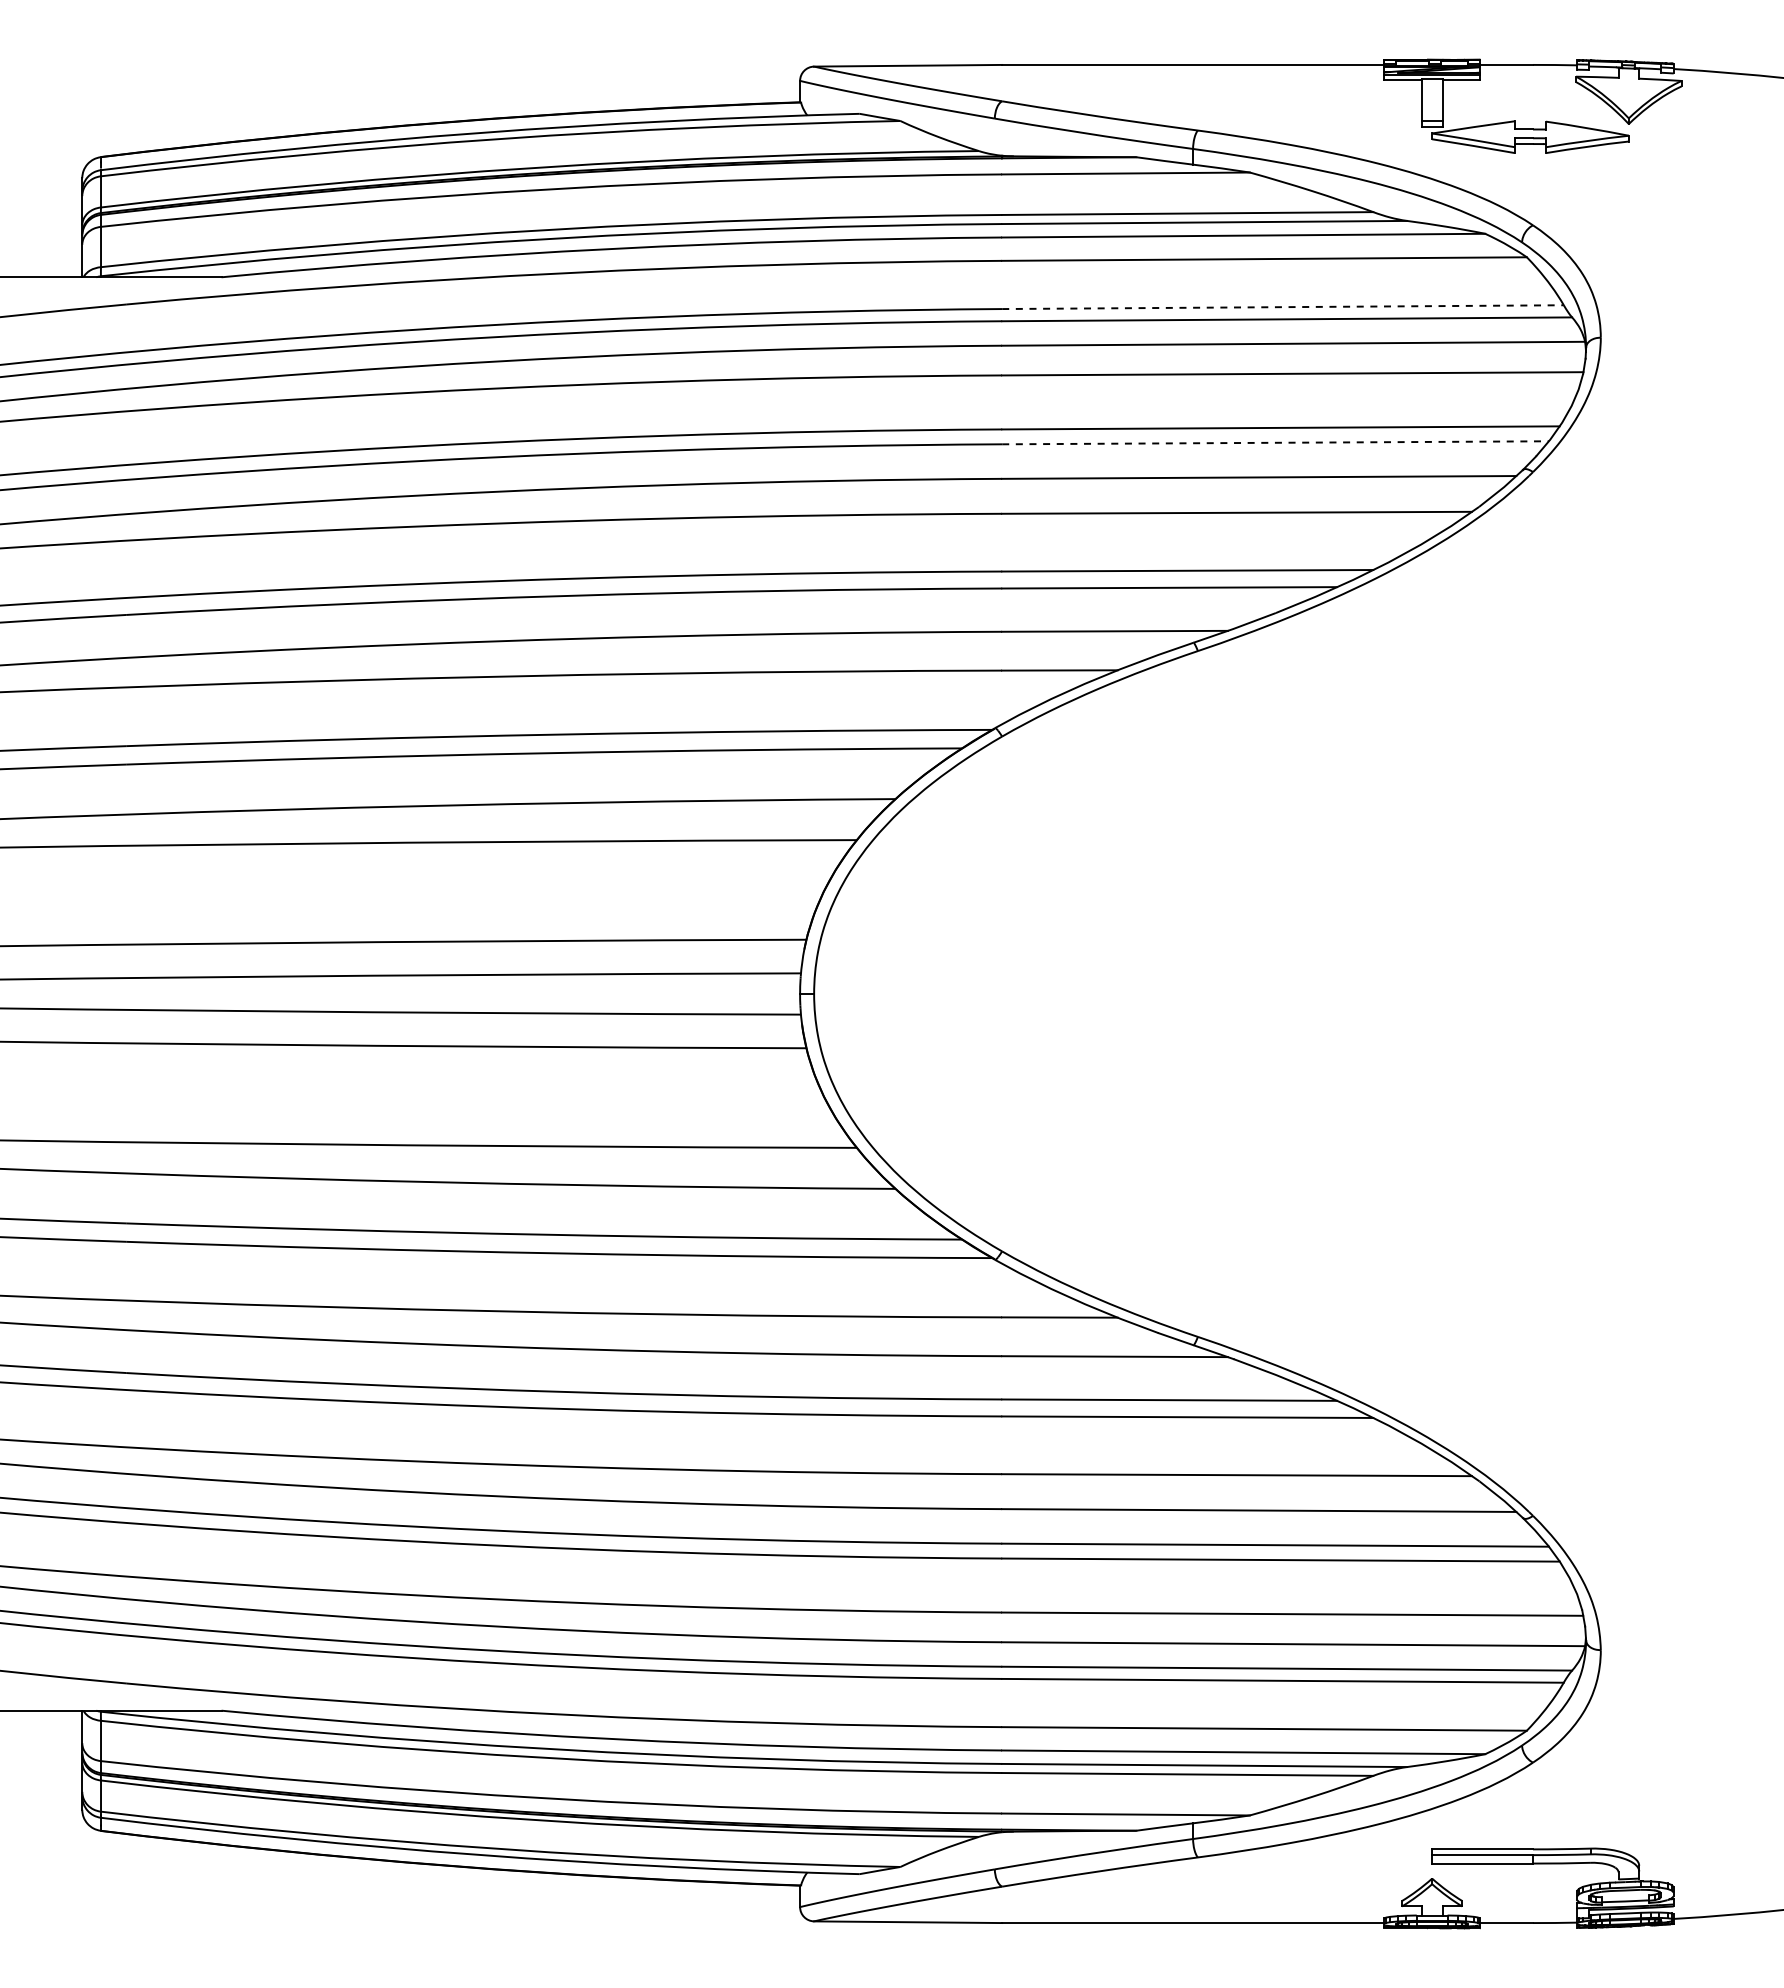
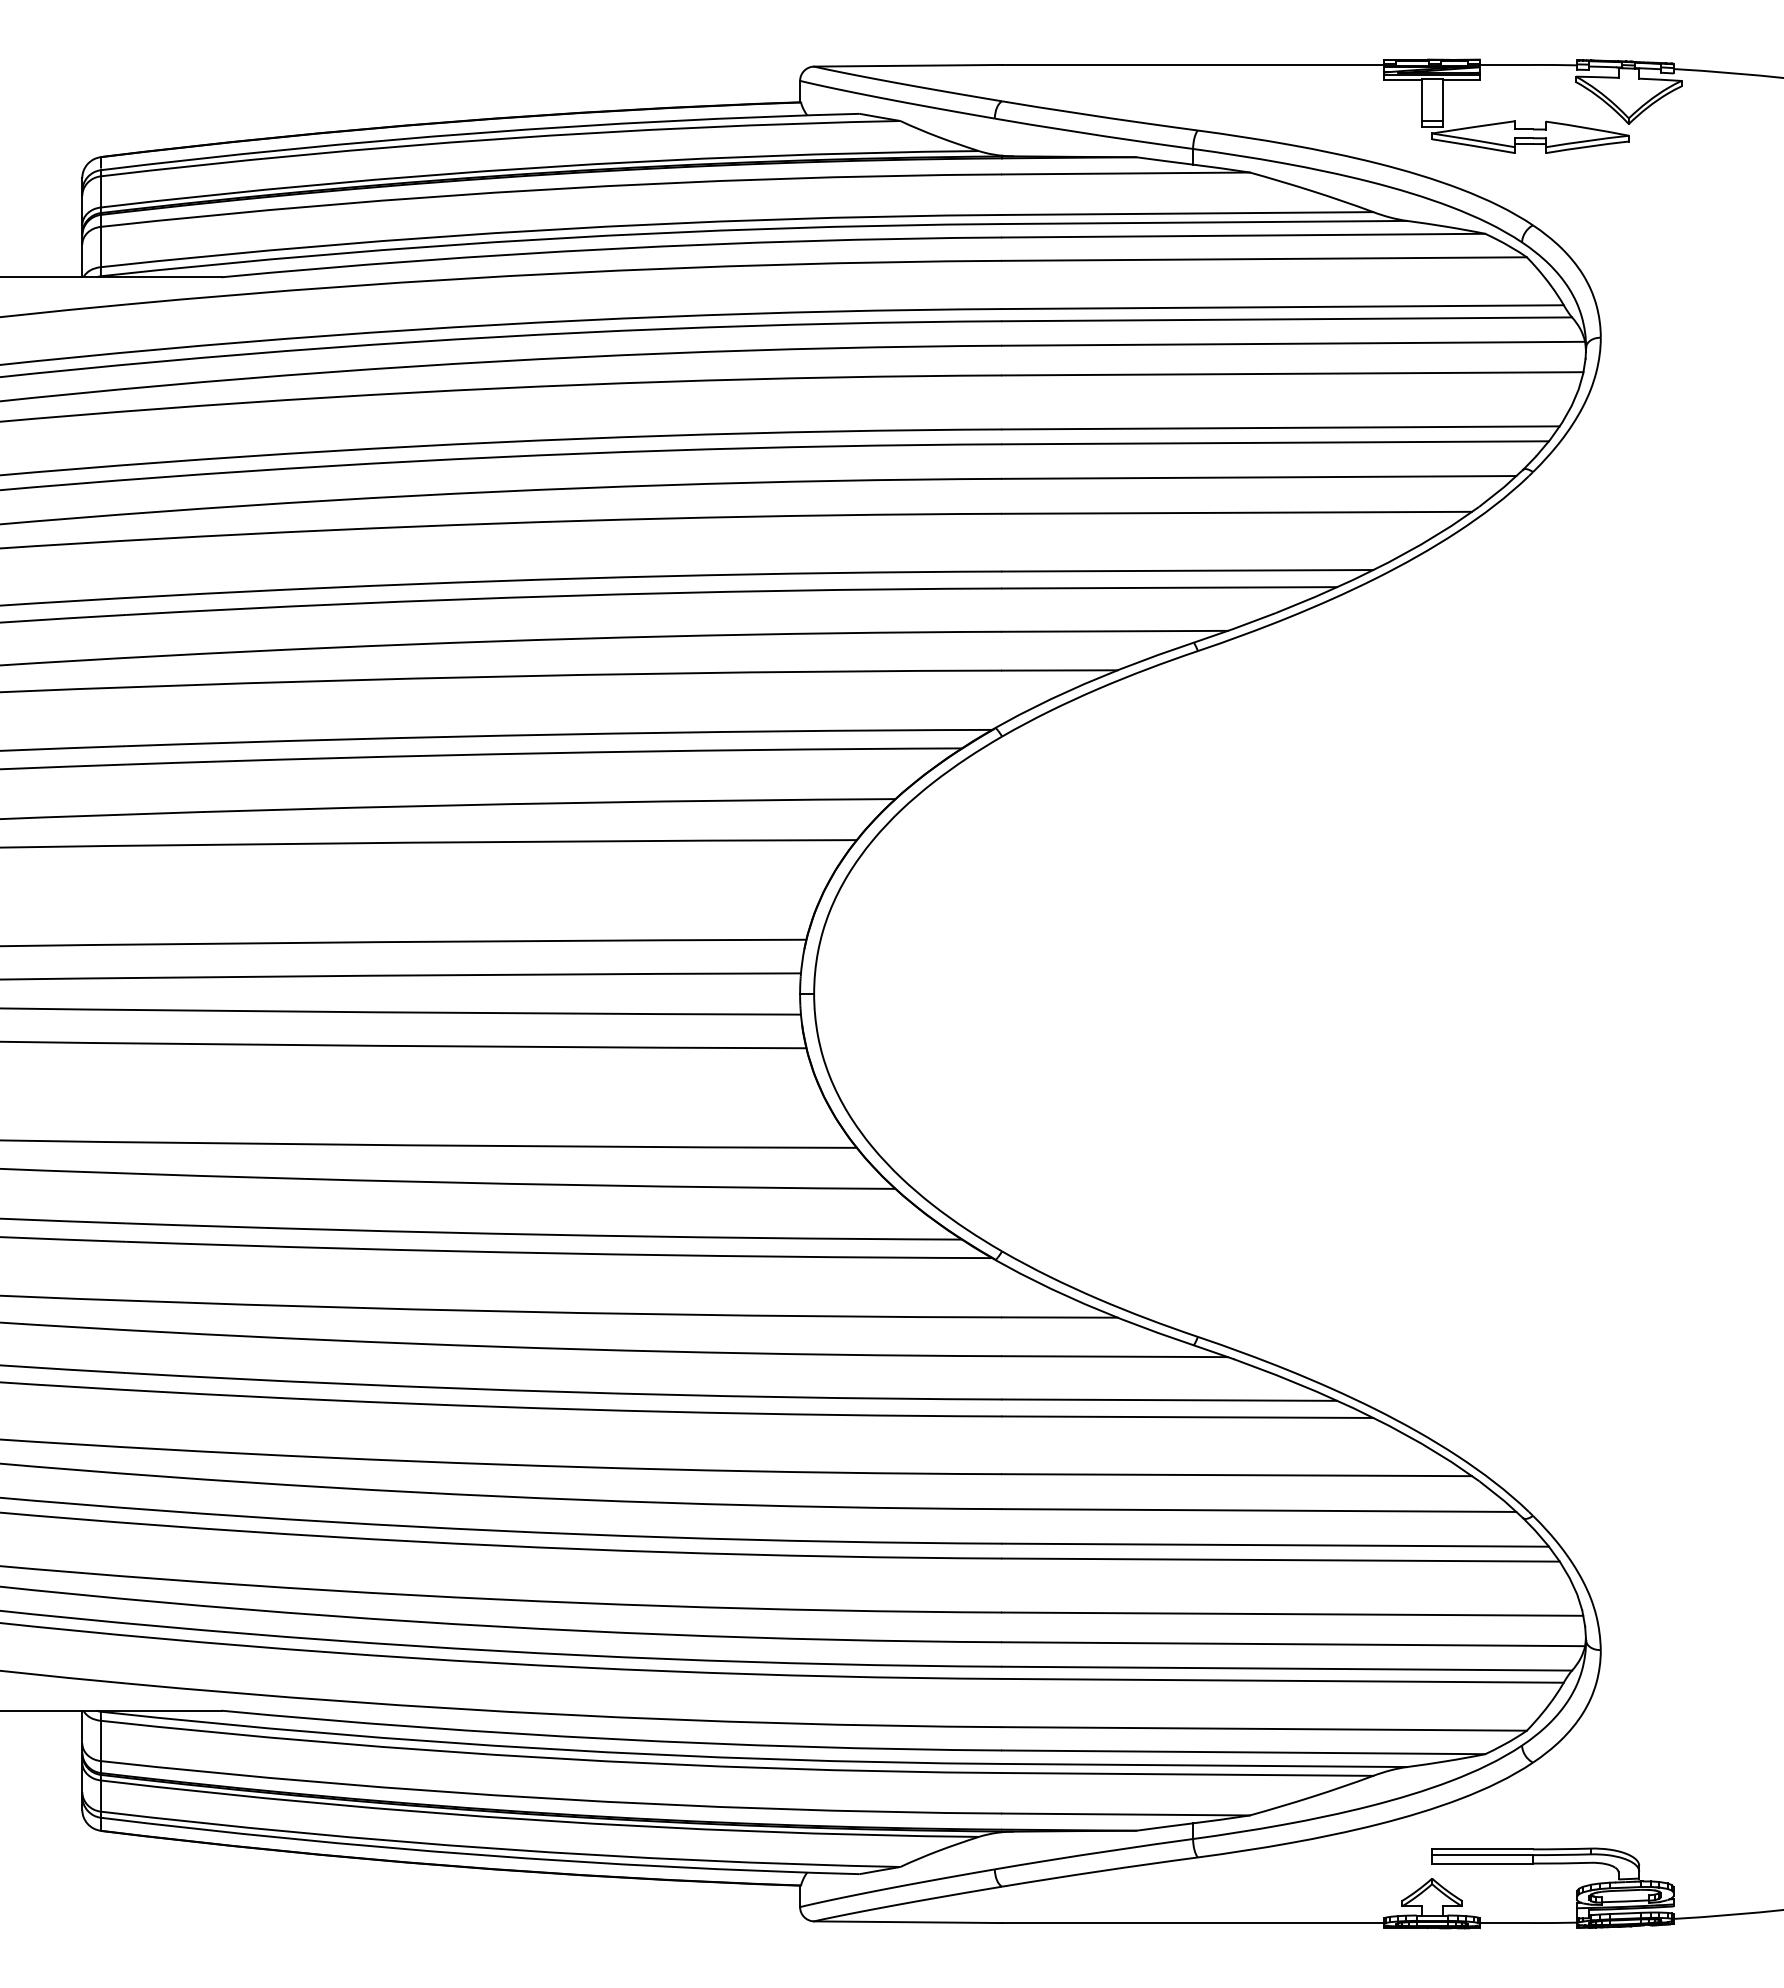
line at (1283, 307): dashed -> solid
line at (1276, 442): dashed -> solid
